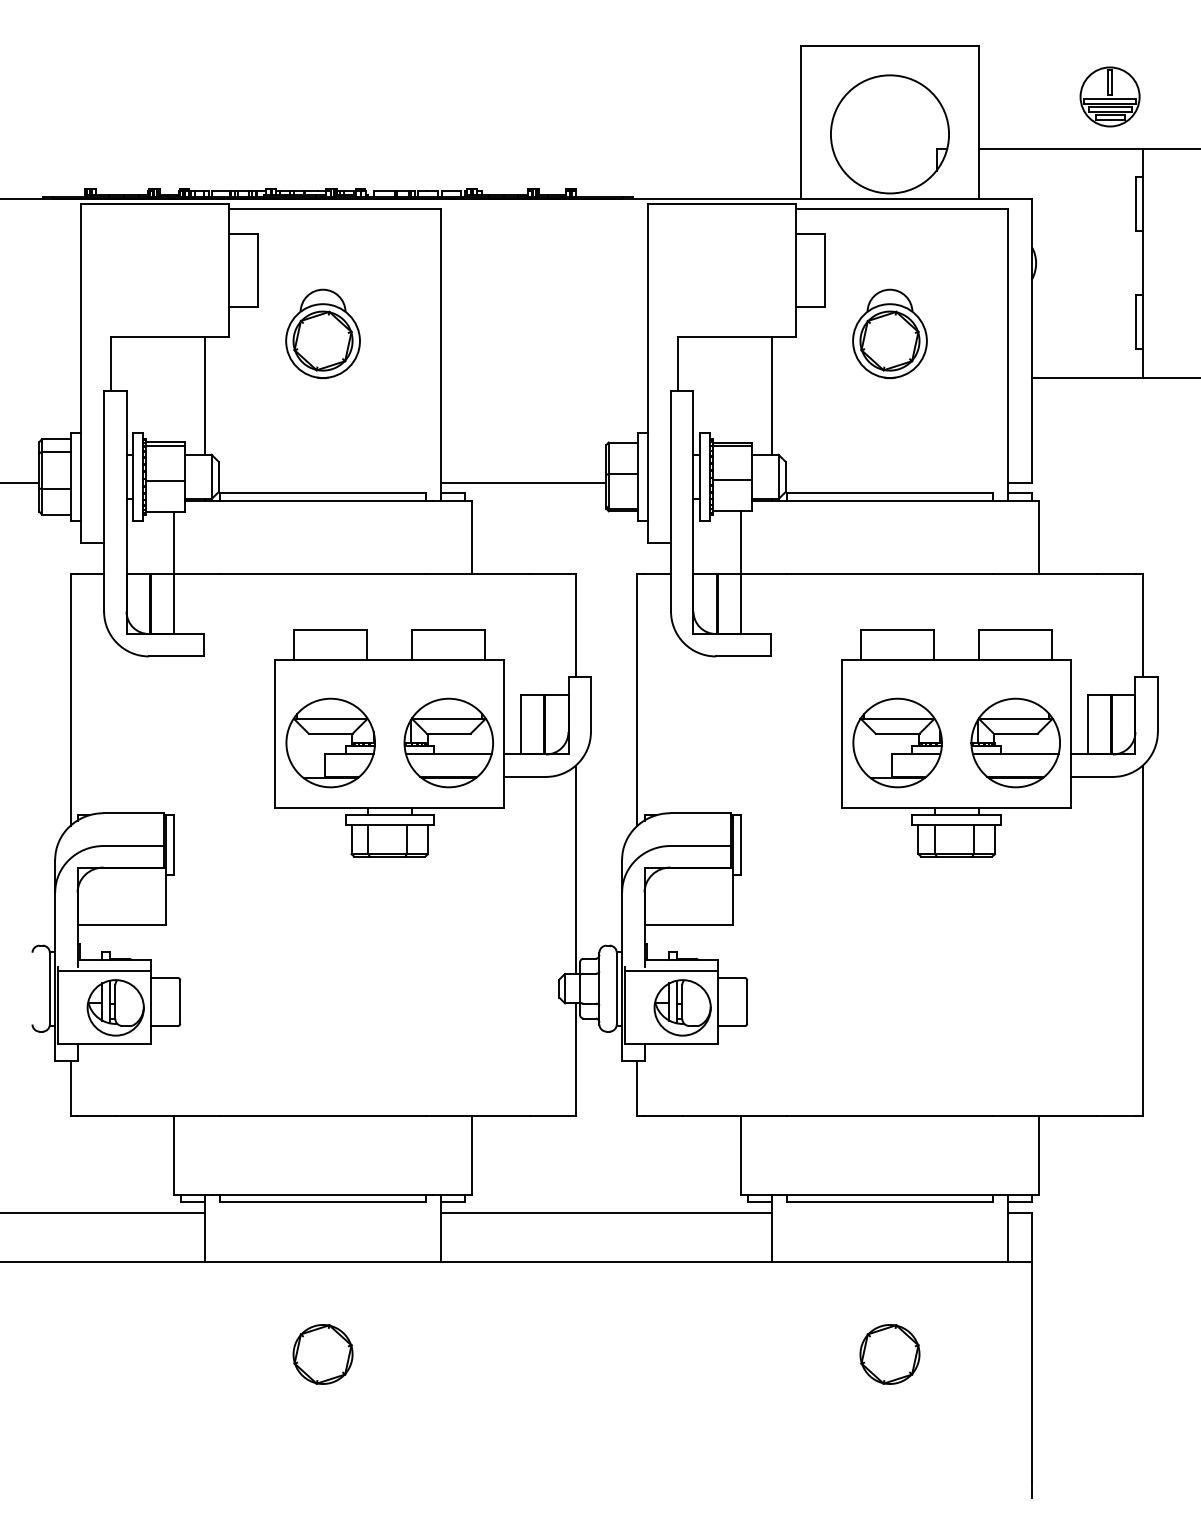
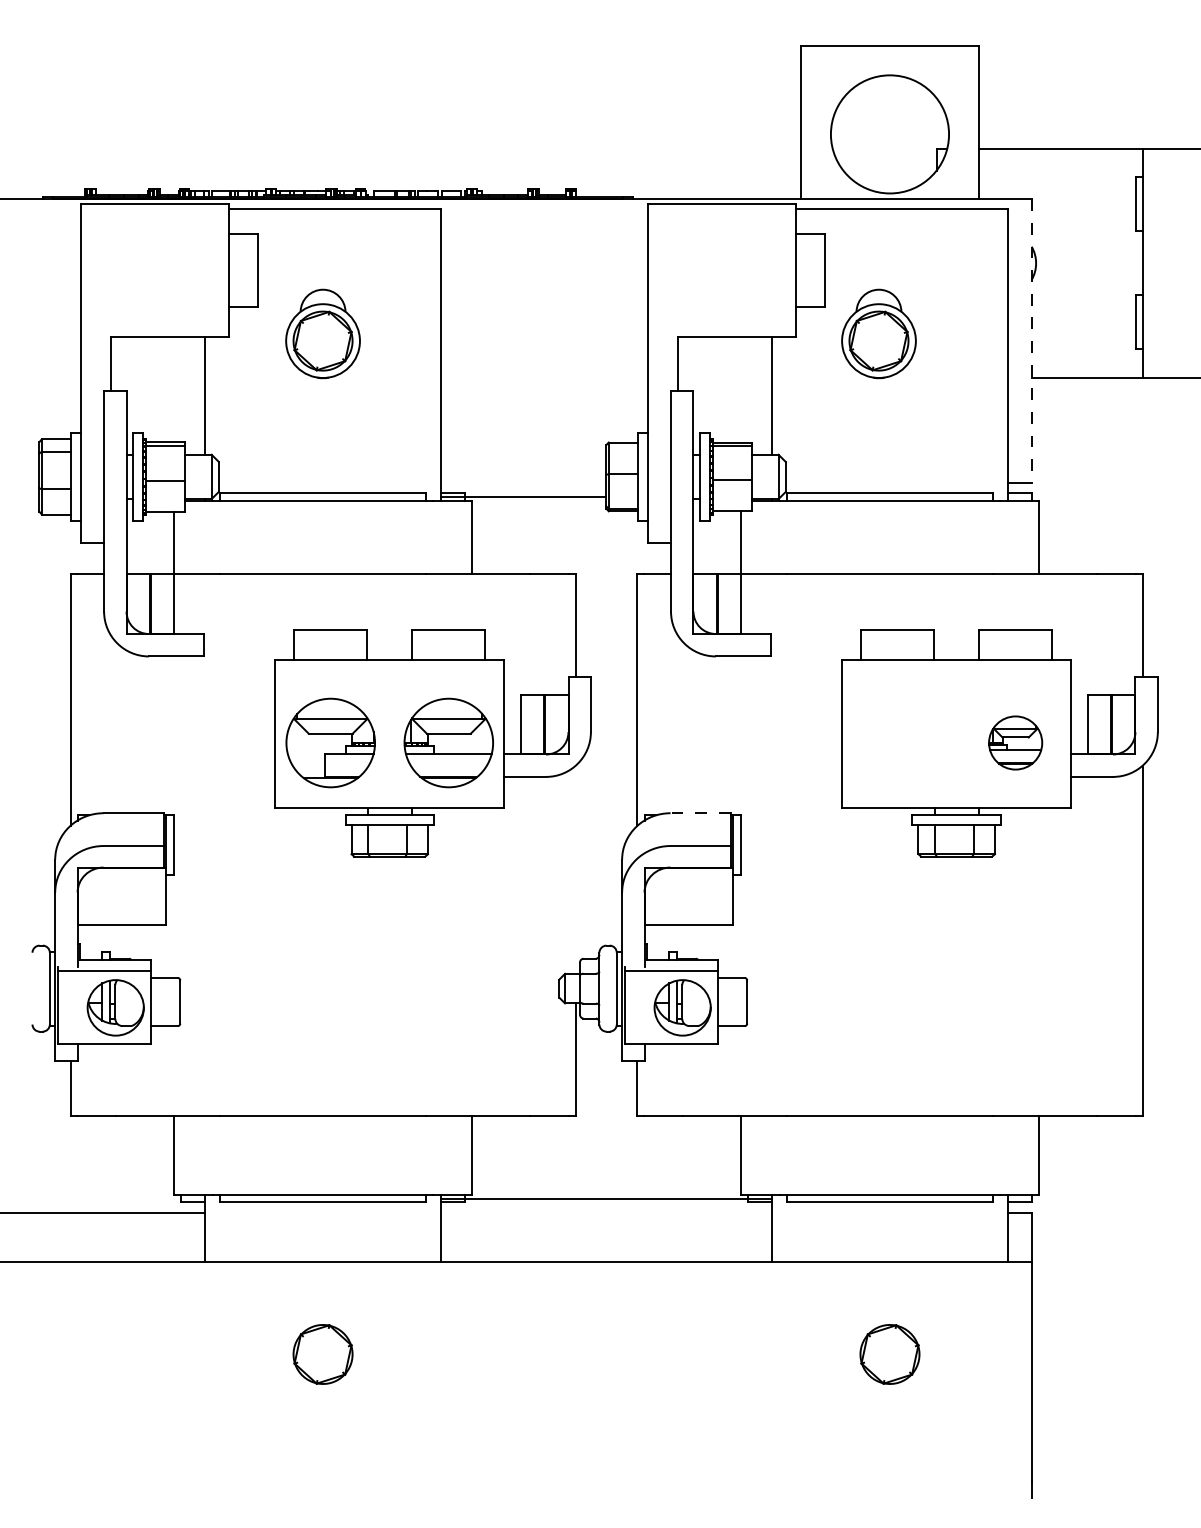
part at (1109, 96): present -> none
part at (889, 333) position: (889, 333) -> (878, 333)
line at (1031, 341): solid -> dashed
line at (20, 482): present -> none
line at (523, 482) position: (523, 482) -> (523, 496)
part at (897, 742): present -> none
part at (1015, 742) size: 91x92 px -> 56x56 px
line at (700, 813): solid -> dashed
line at (575, 869): present -> none
line at (606, 1212) position: (606, 1212) -> (606, 1198)
